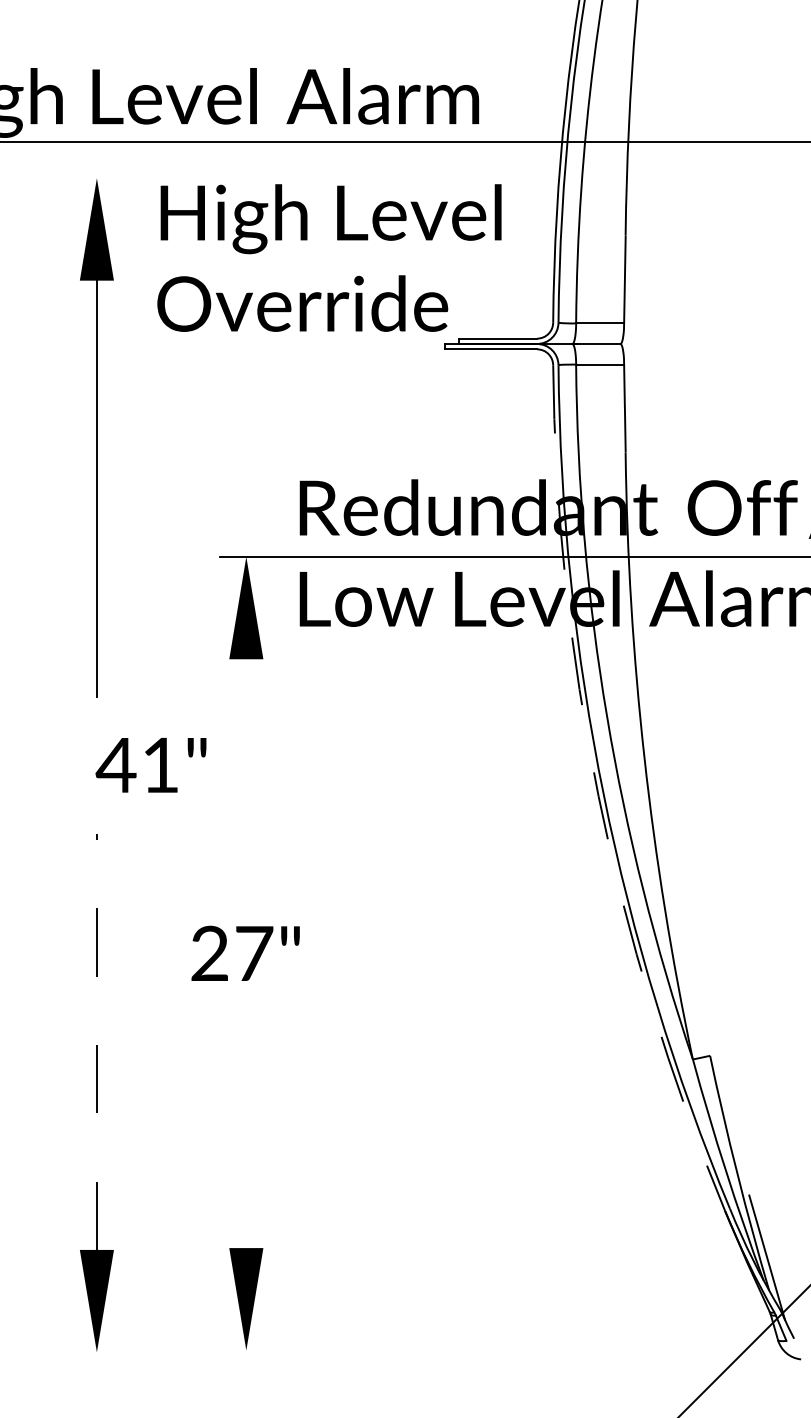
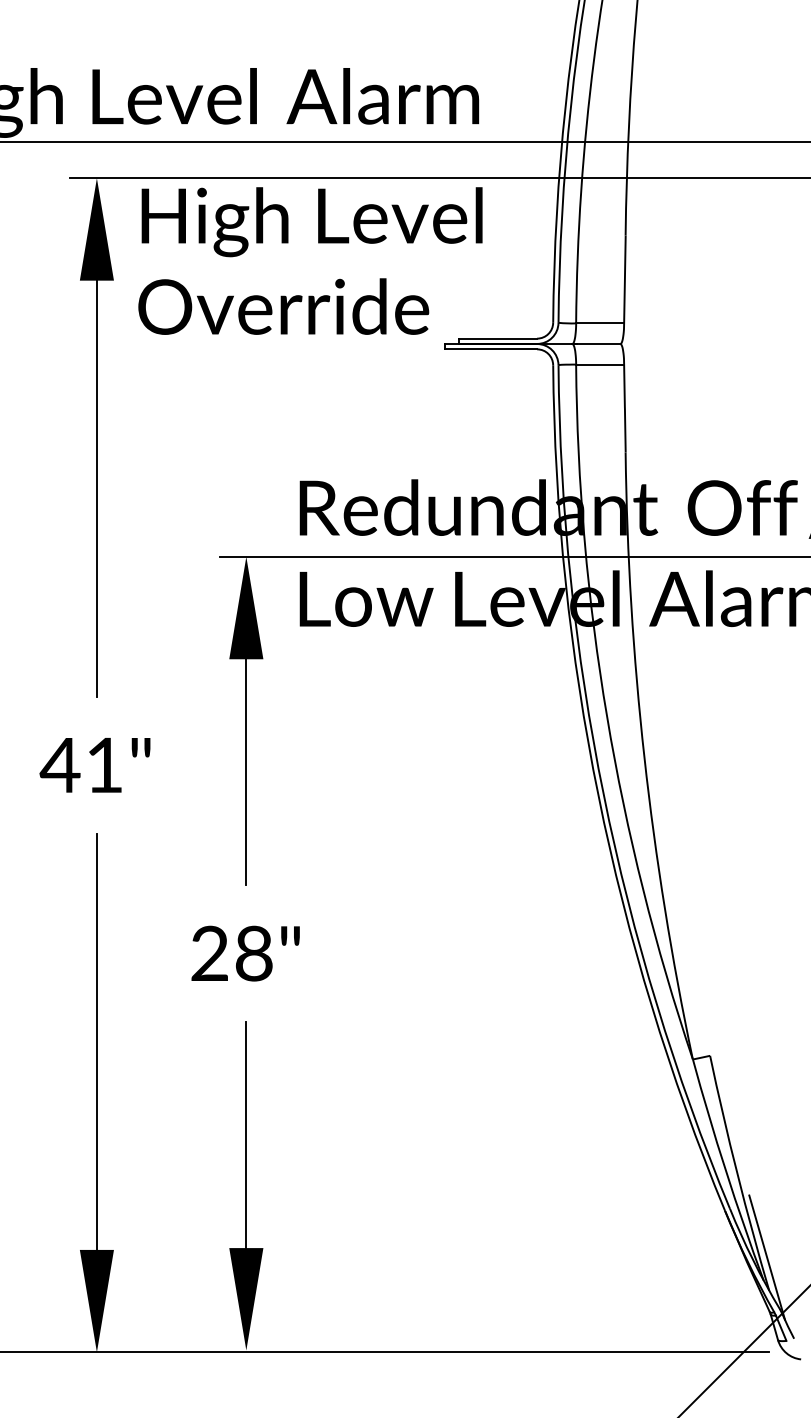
line at (438, 178): none -> present
text at (329, 257) position: (329, 257) -> (310, 260)
text at (150, 765) position: (150, 765) -> (94, 765)
line at (246, 771): none -> present
arc at (598, 796): dashed -> solid
text at (254, 953): 27" -> 28"
line at (96, 1041): dashed -> solid
line at (246, 1135): none -> present
line at (385, 1352): none -> present
